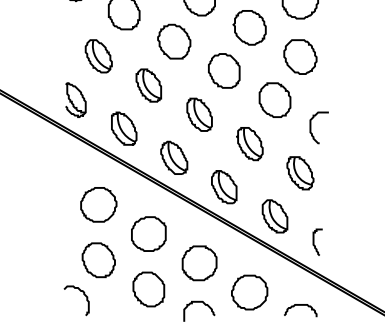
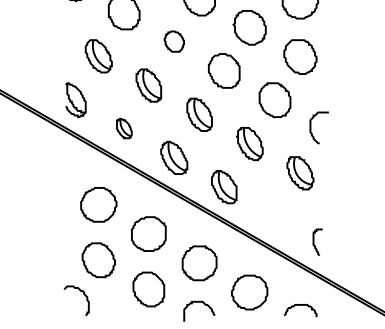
part at (174, 41) size: 35x37 px -> 22x23 px
part at (124, 128) size: 27x35 px -> 17x22 px
part at (274, 216): present -> none
